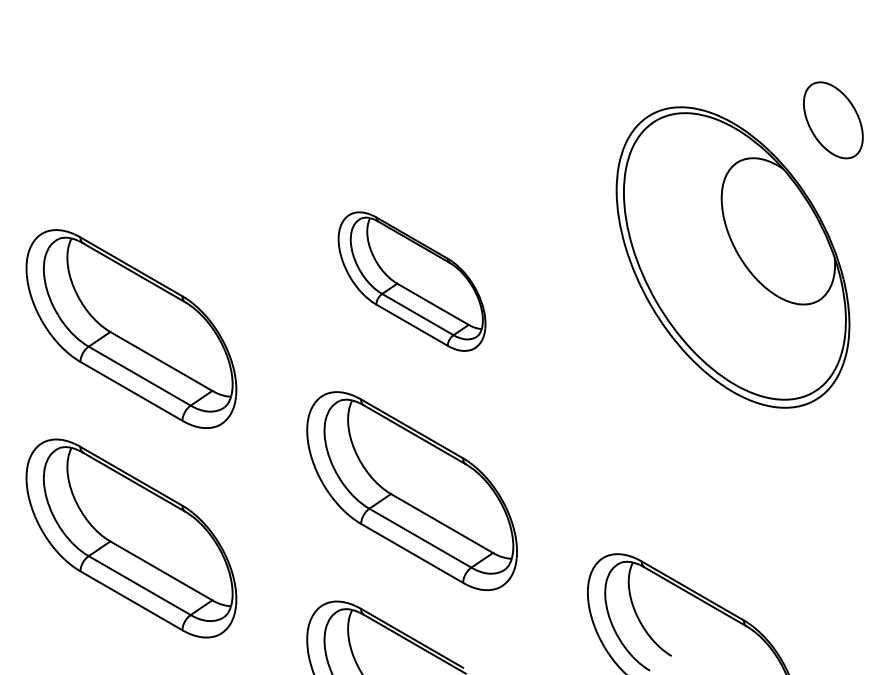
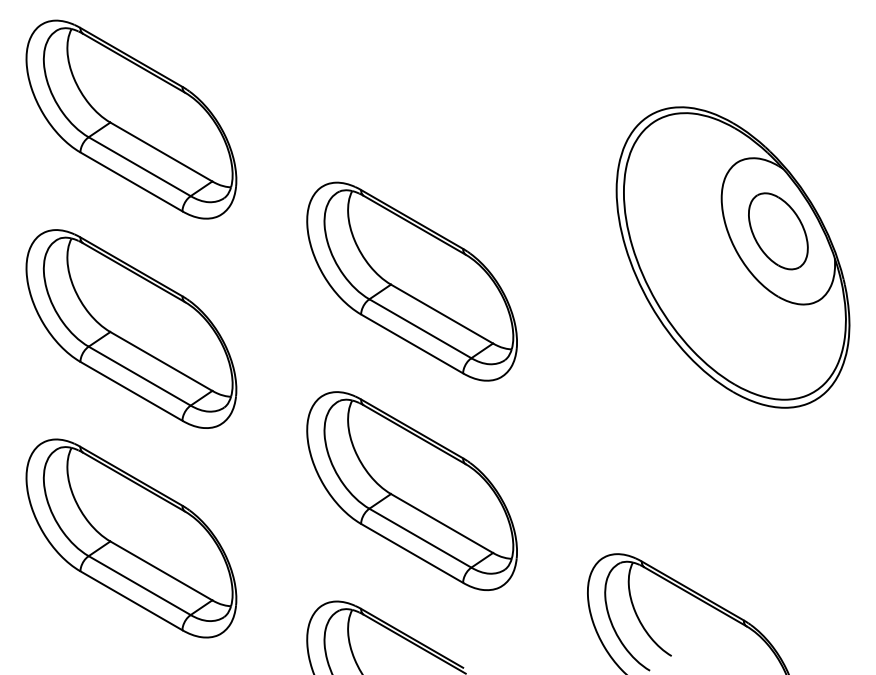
part at (131, 119): none -> present
part at (833, 120) position: (833, 120) -> (778, 231)
part at (411, 281) size: 150x141 px -> 212x201 px
